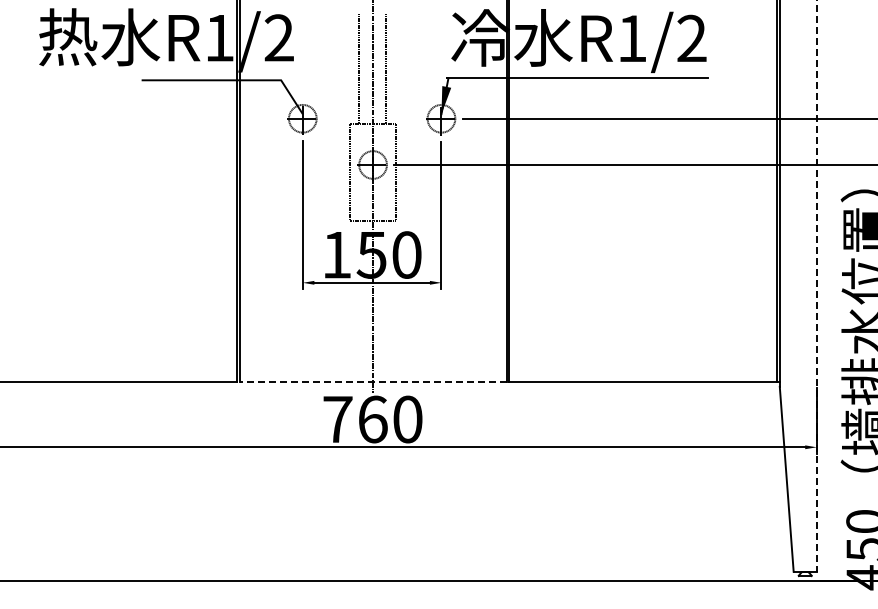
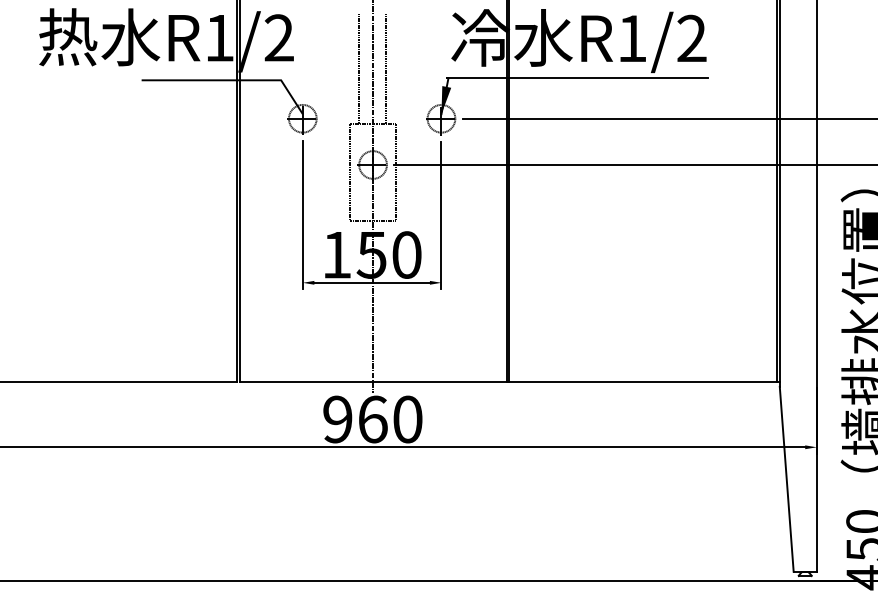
line at (816, 286): dashed -> solid
line at (373, 382): dashed -> solid
text at (337, 419): 760 -> 960
